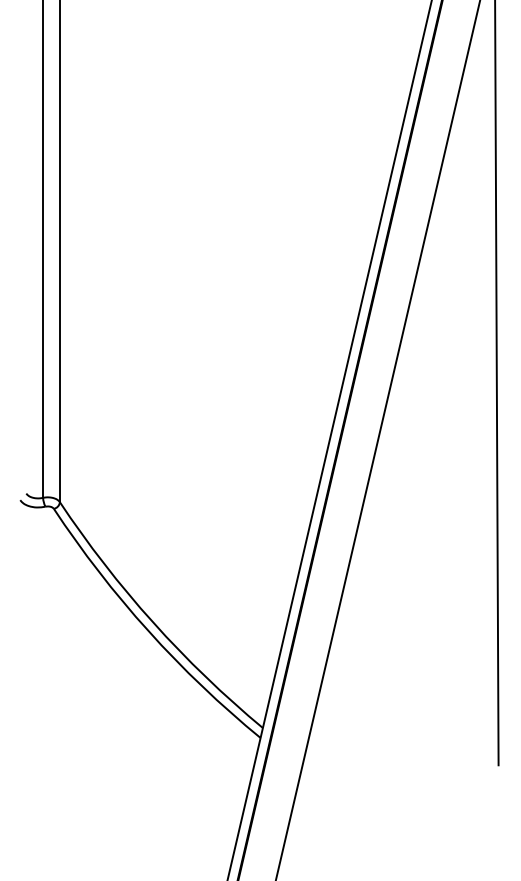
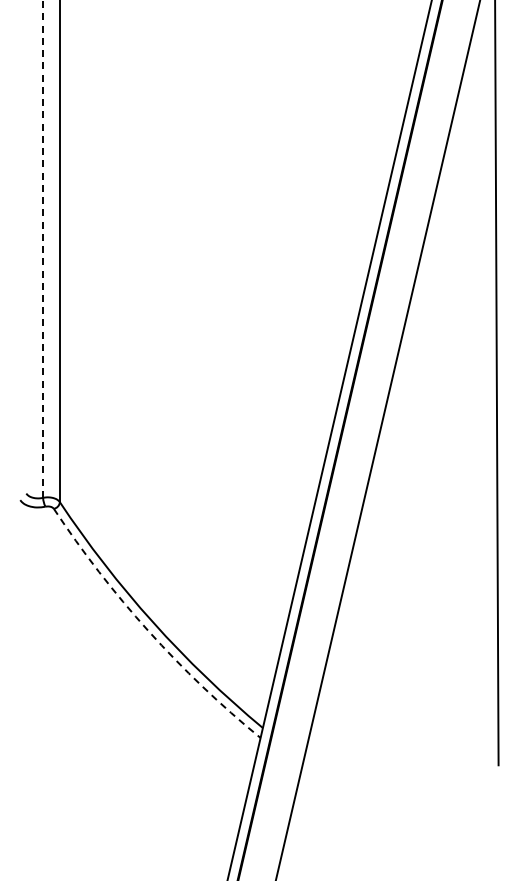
line at (43, 248): solid -> dashed
arc at (148, 631): solid -> dashed
